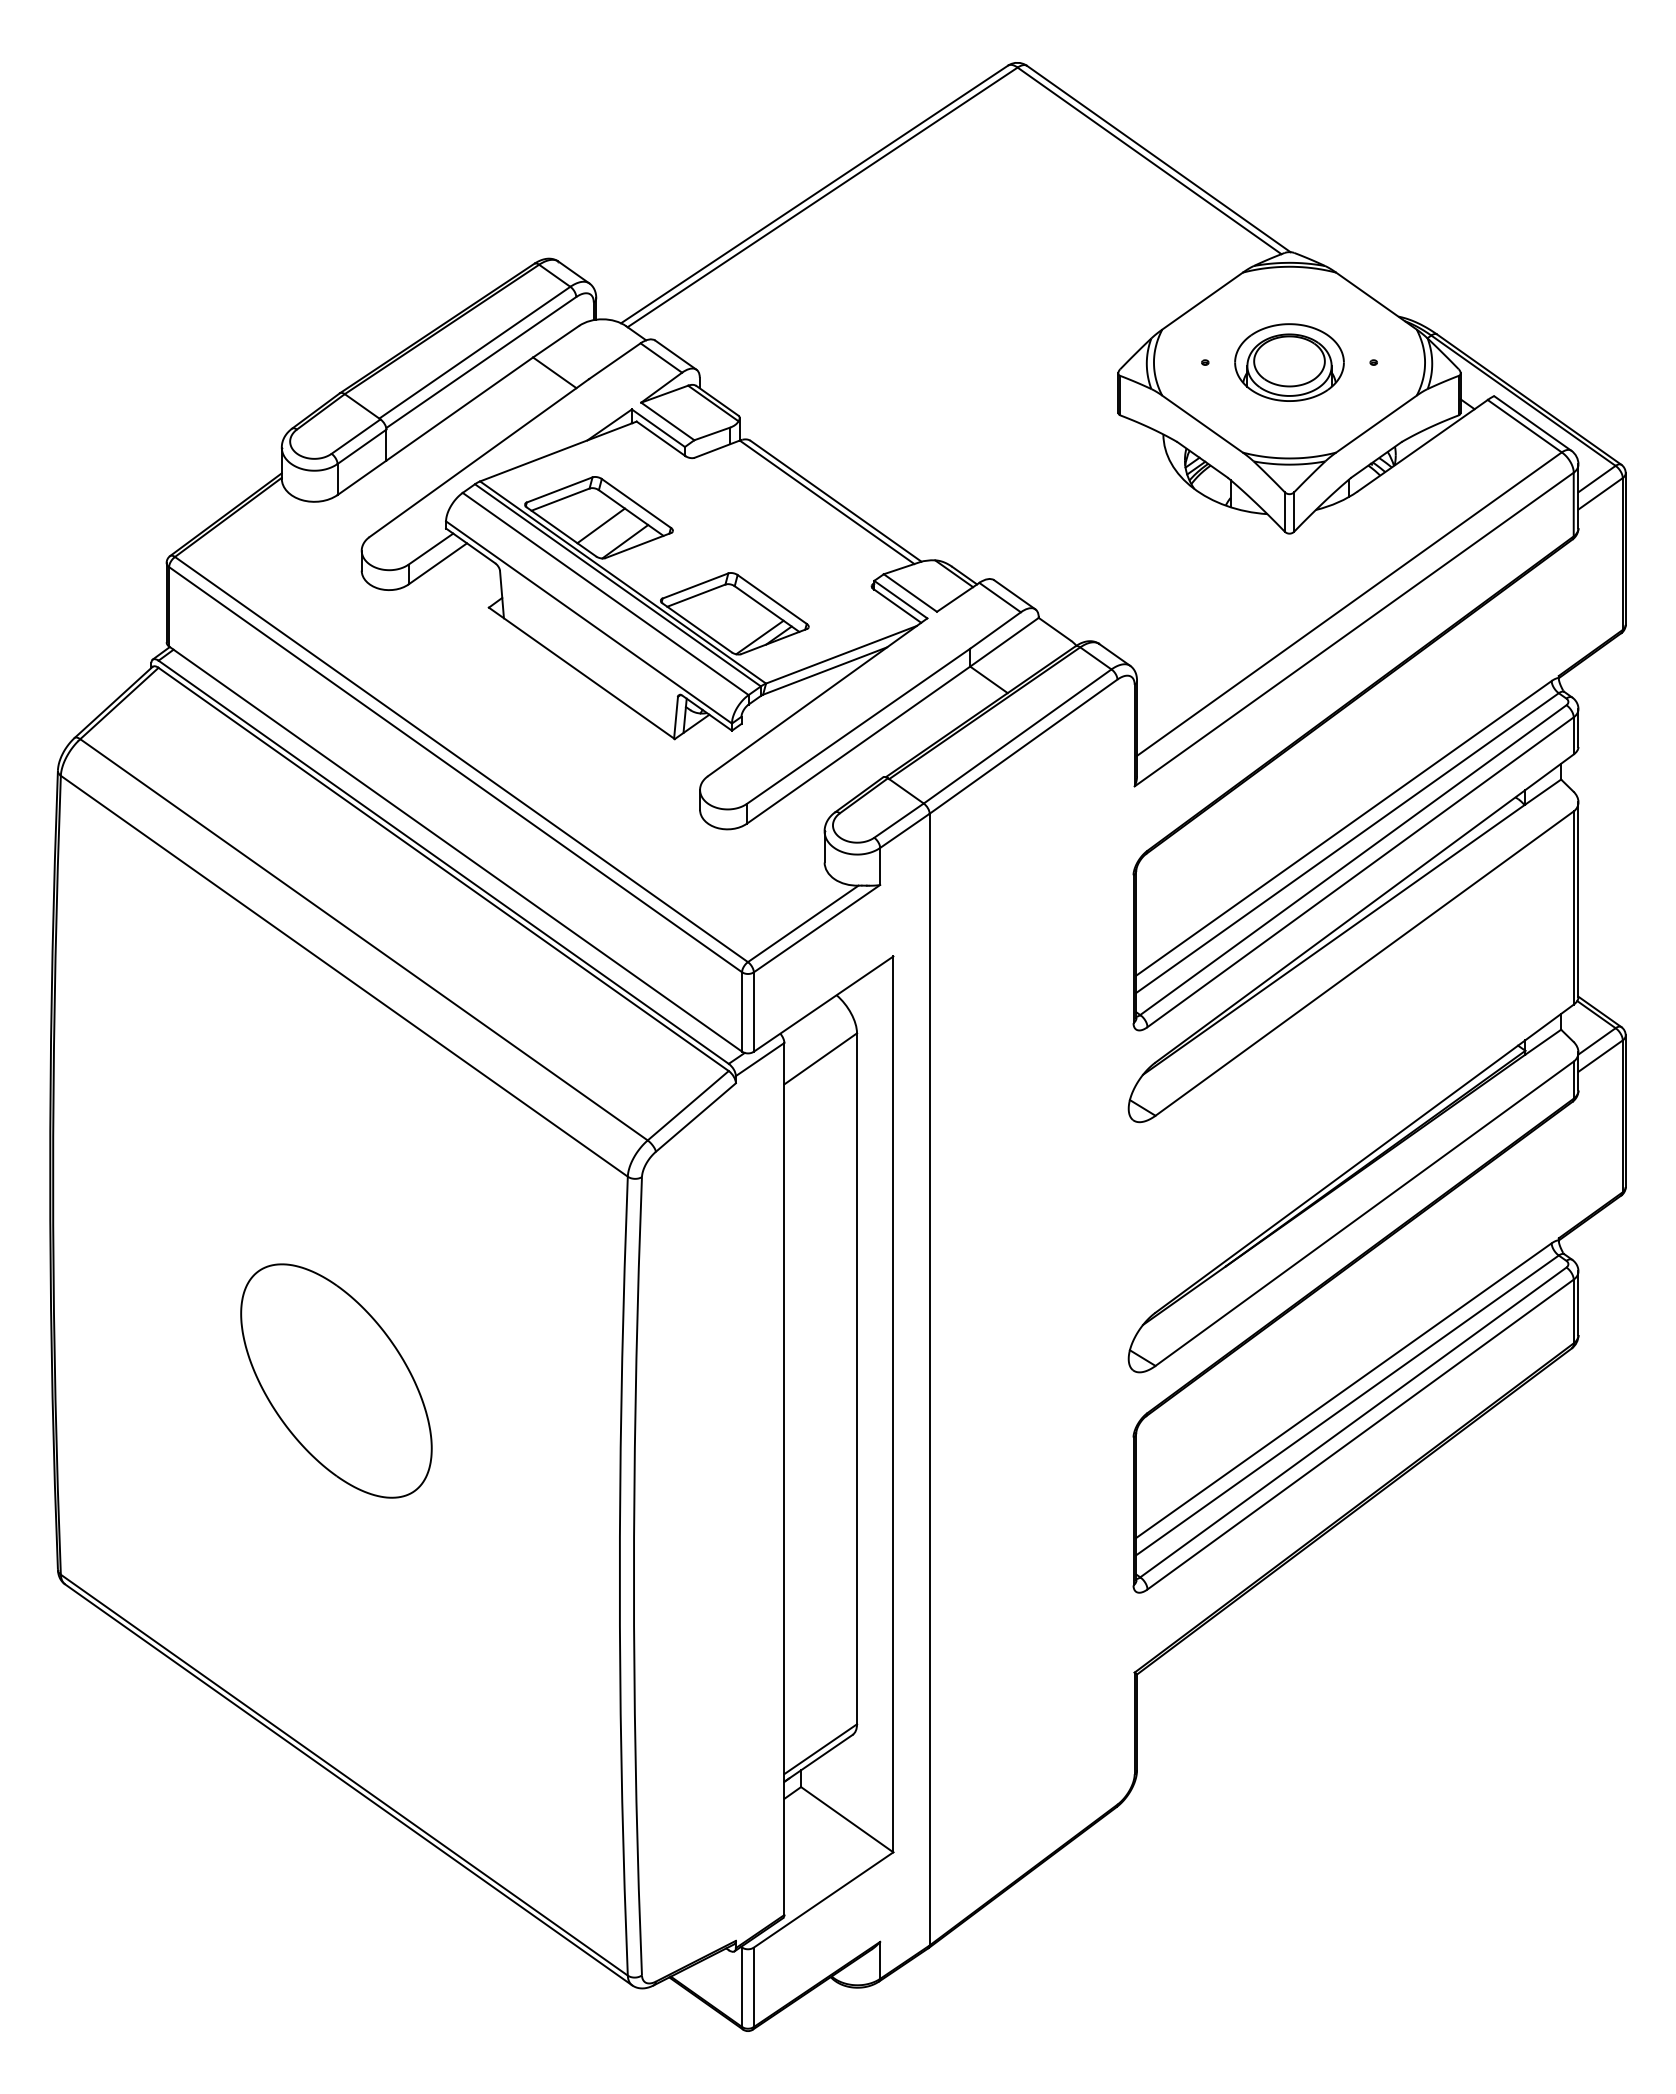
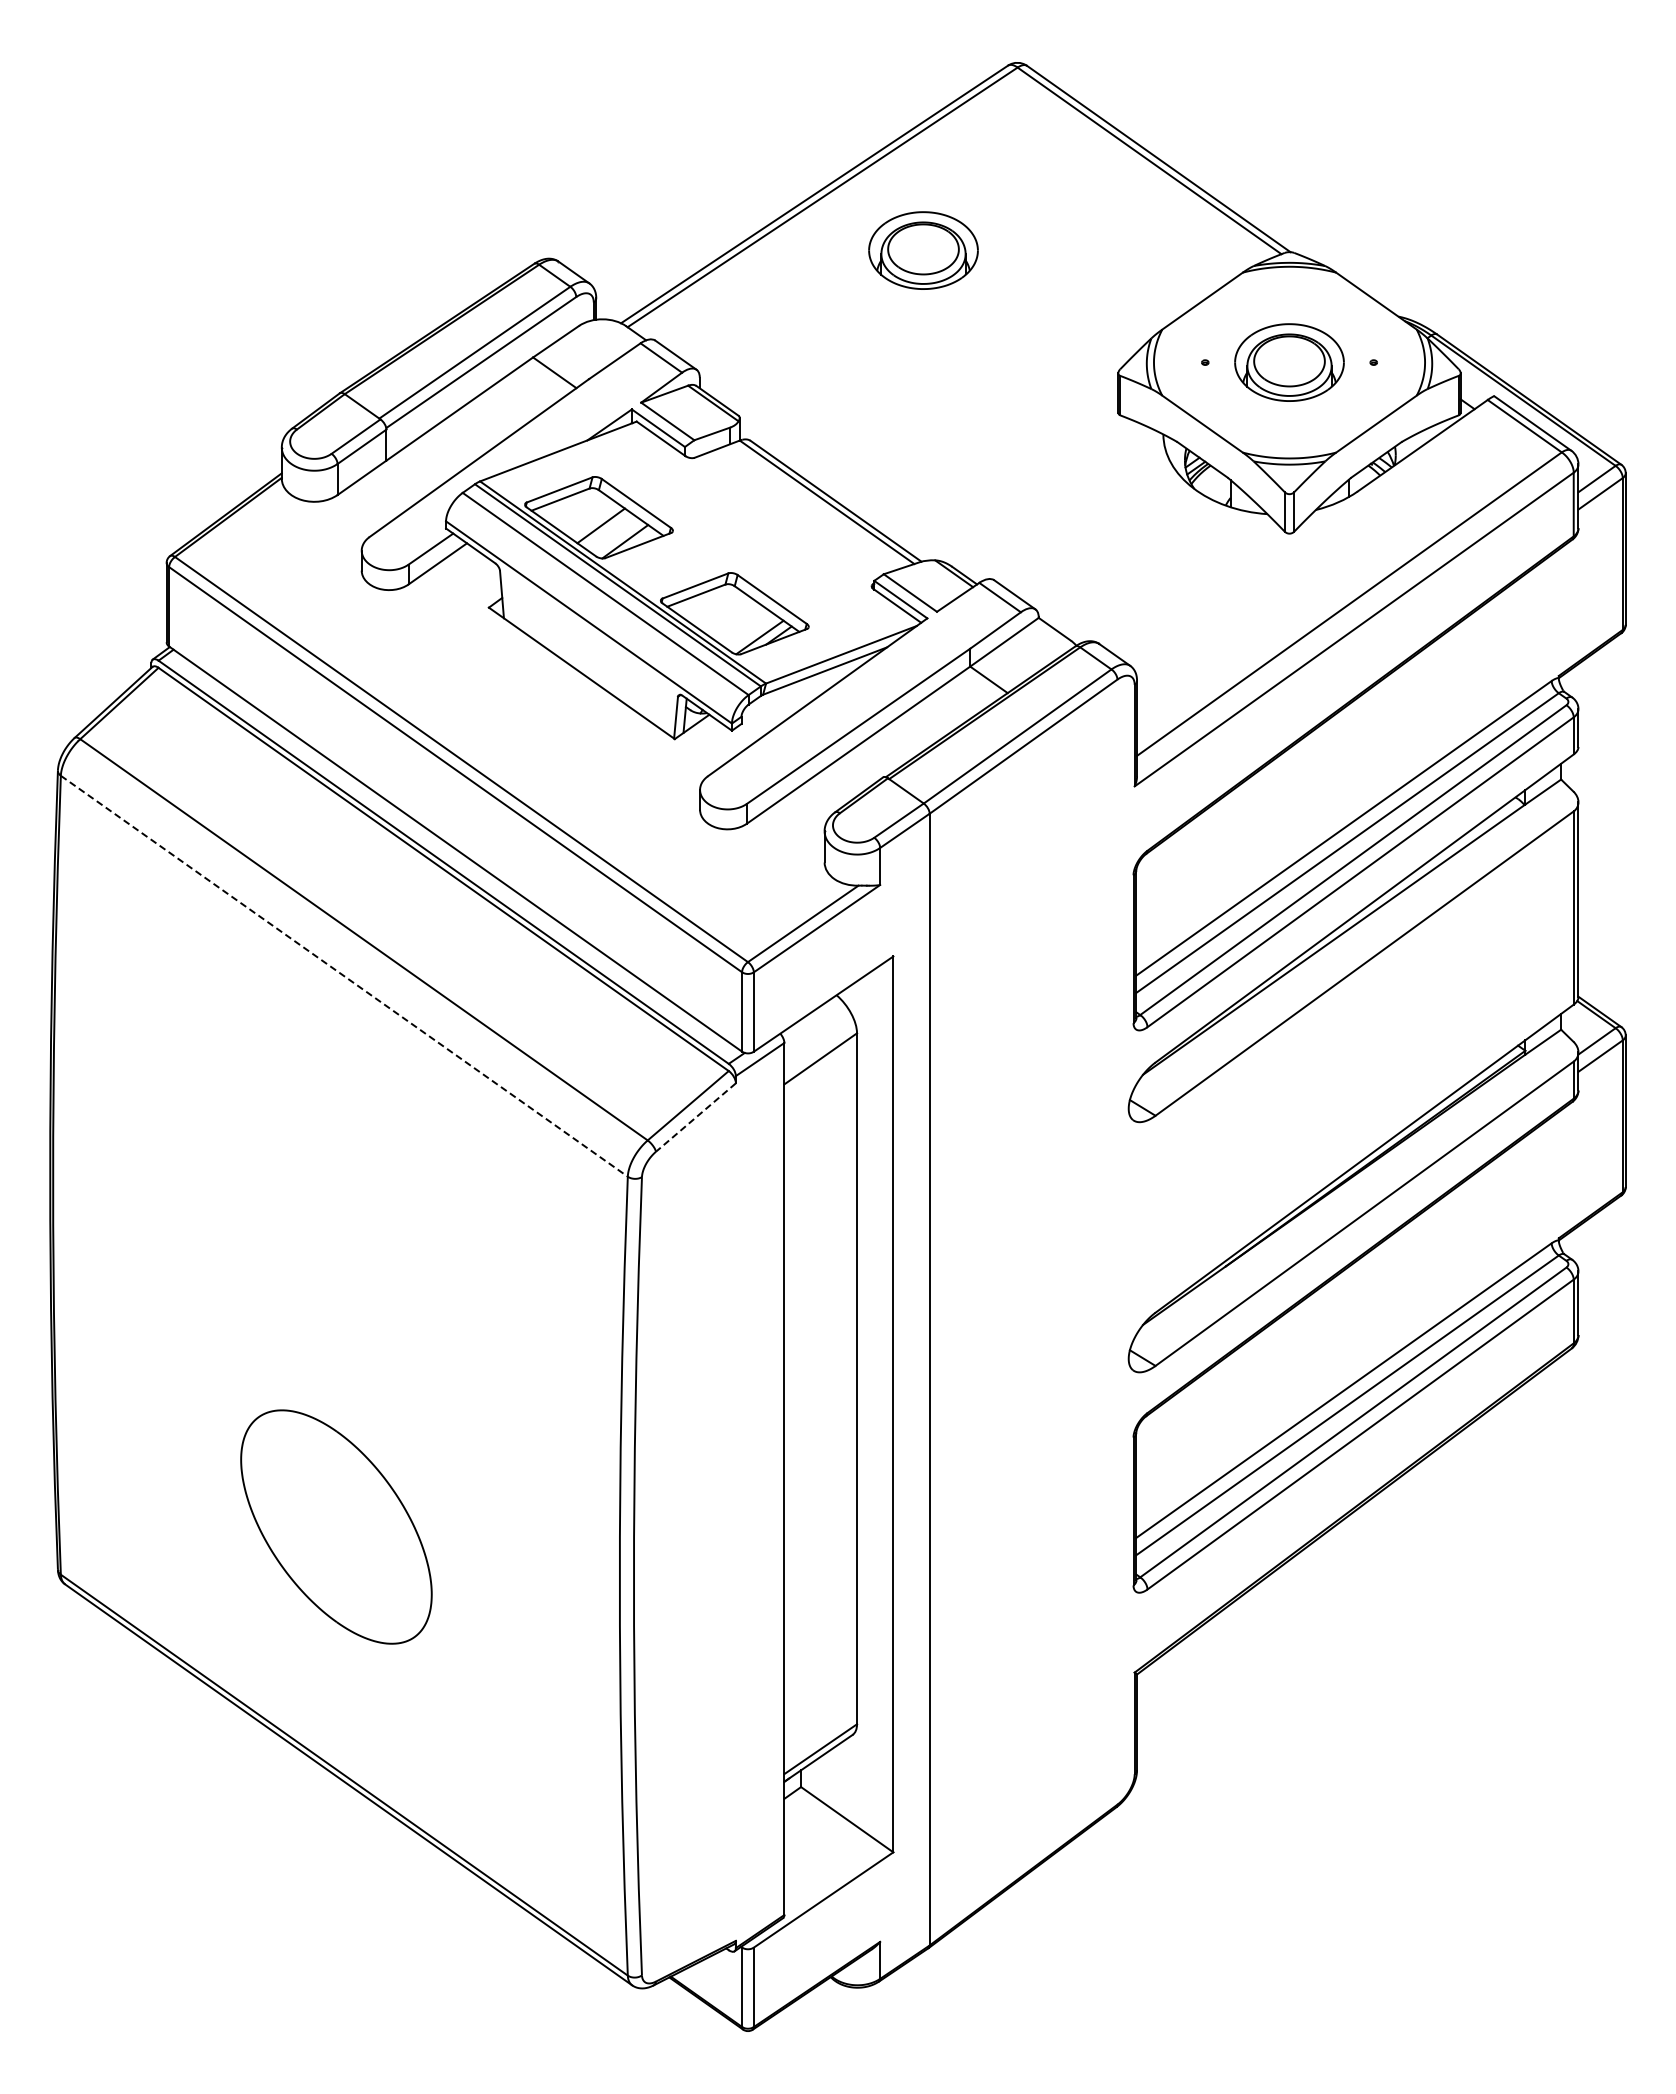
part at (923, 250): none -> present
line at (344, 976): solid -> dashed
line at (695, 1117): solid -> dashed
part at (336, 1380) position: (336, 1380) -> (336, 1526)
